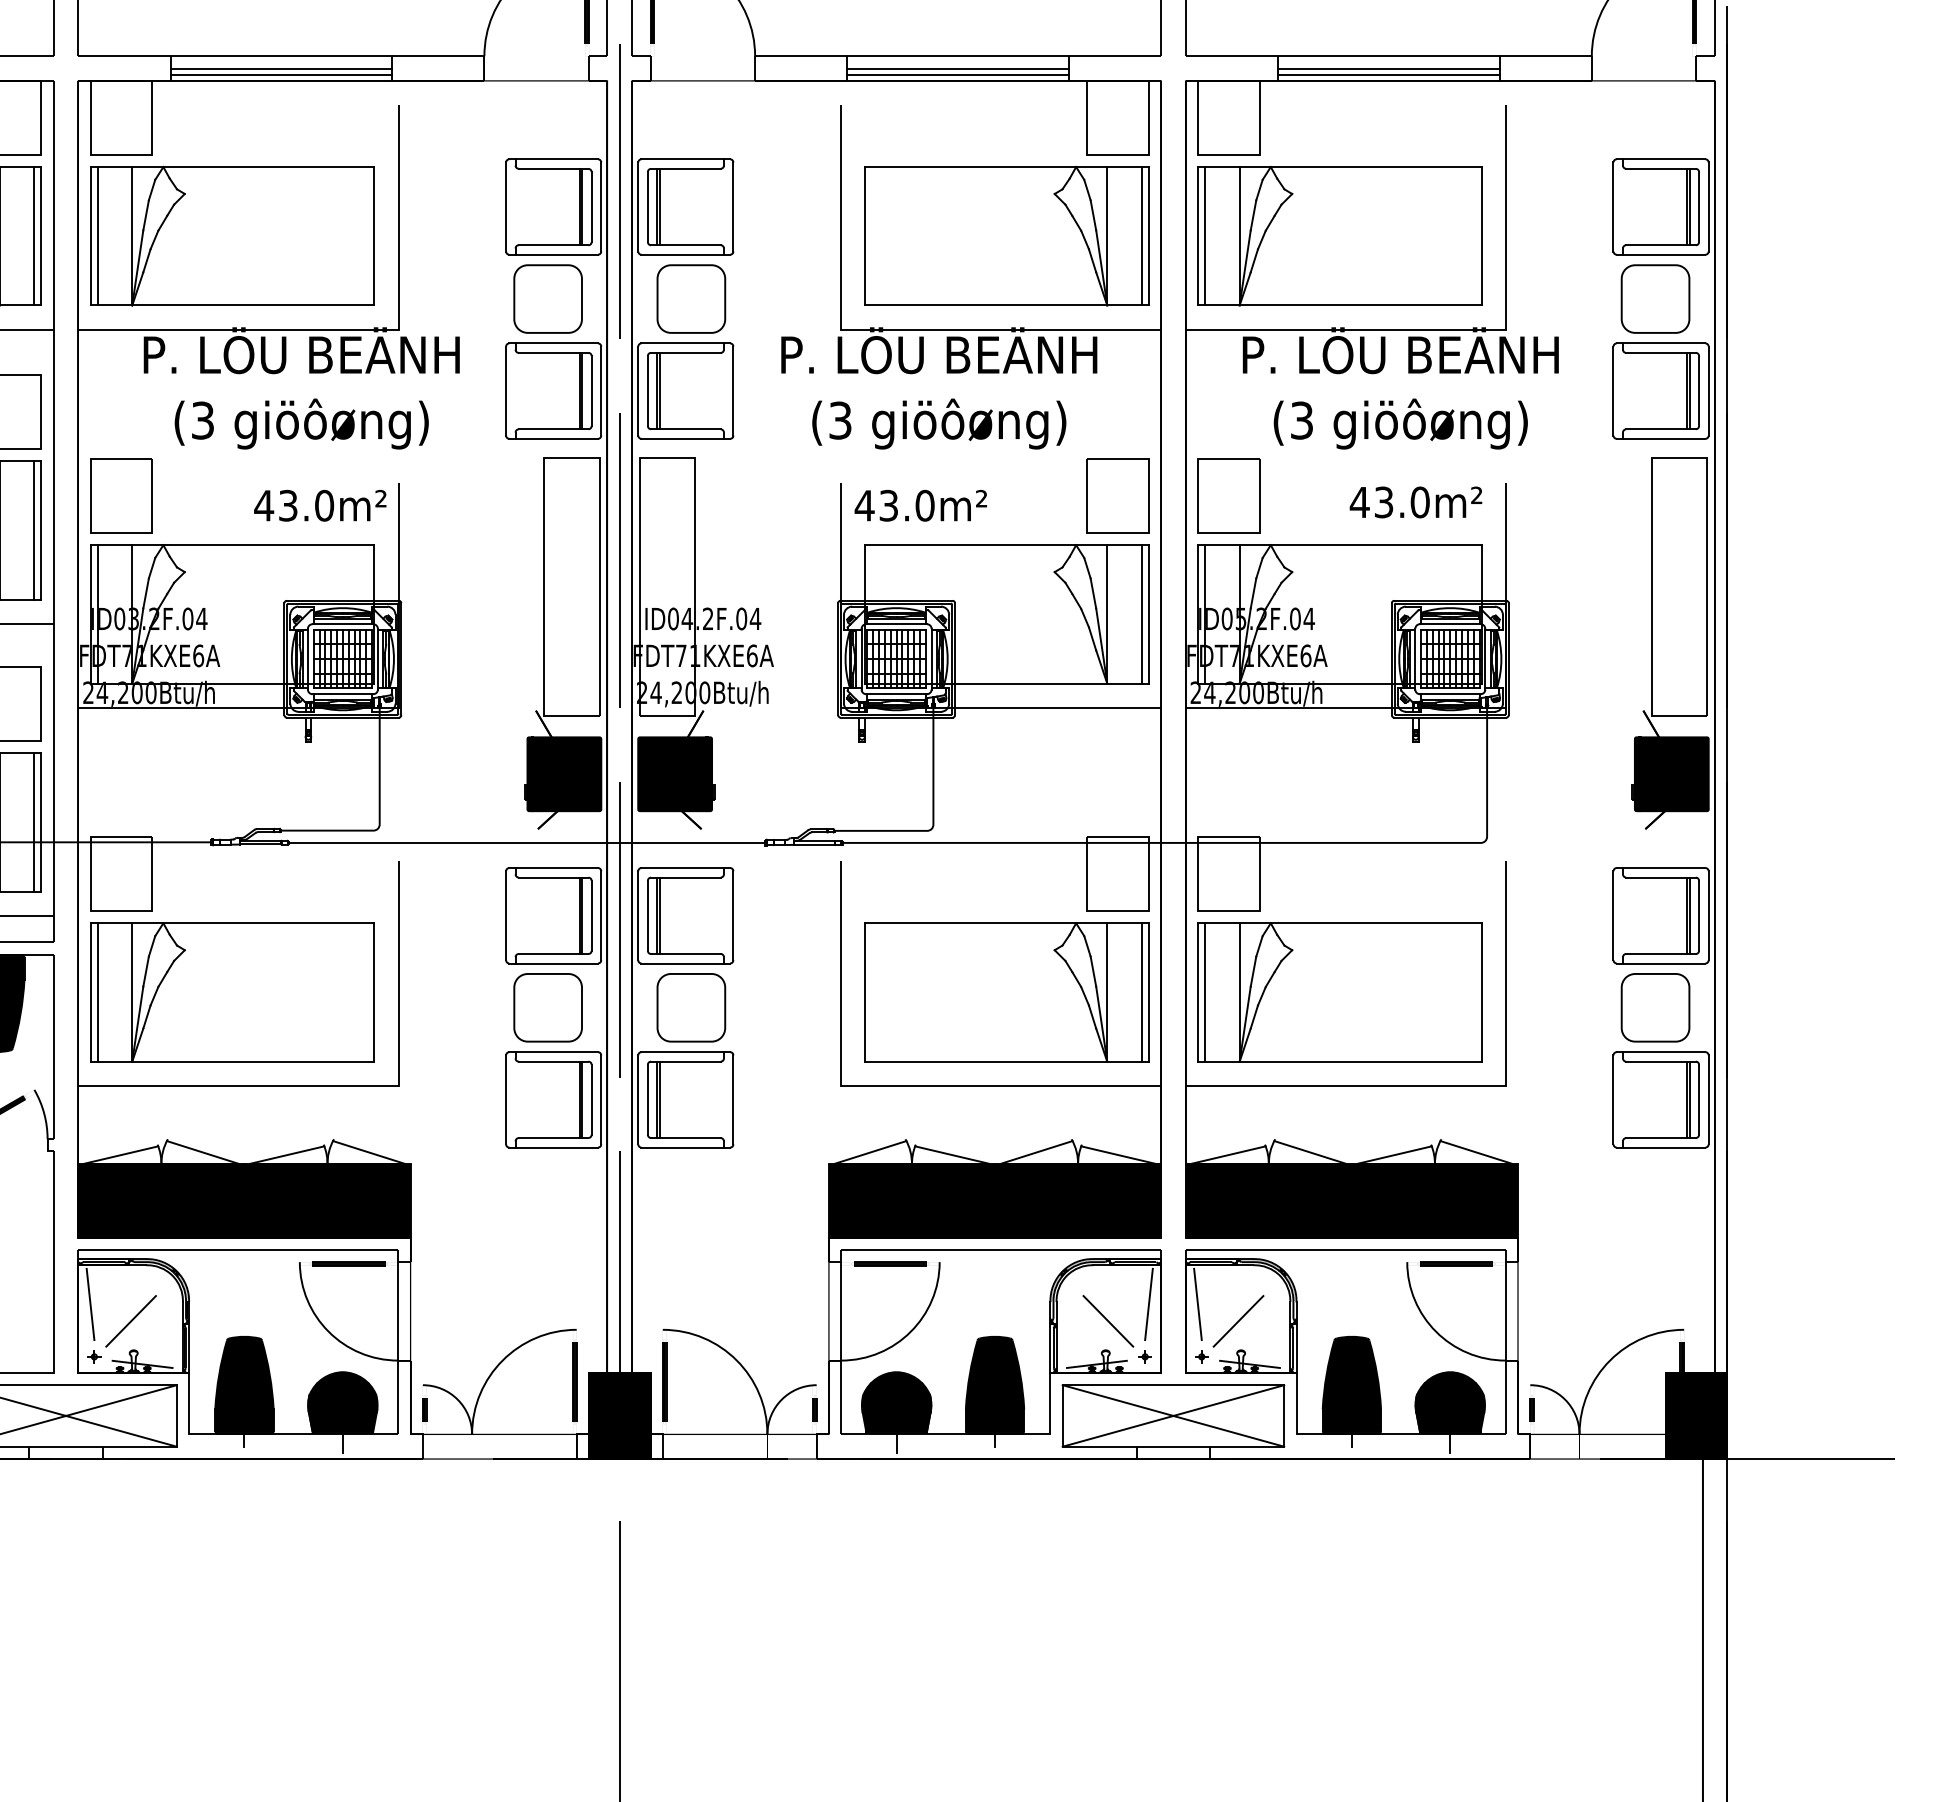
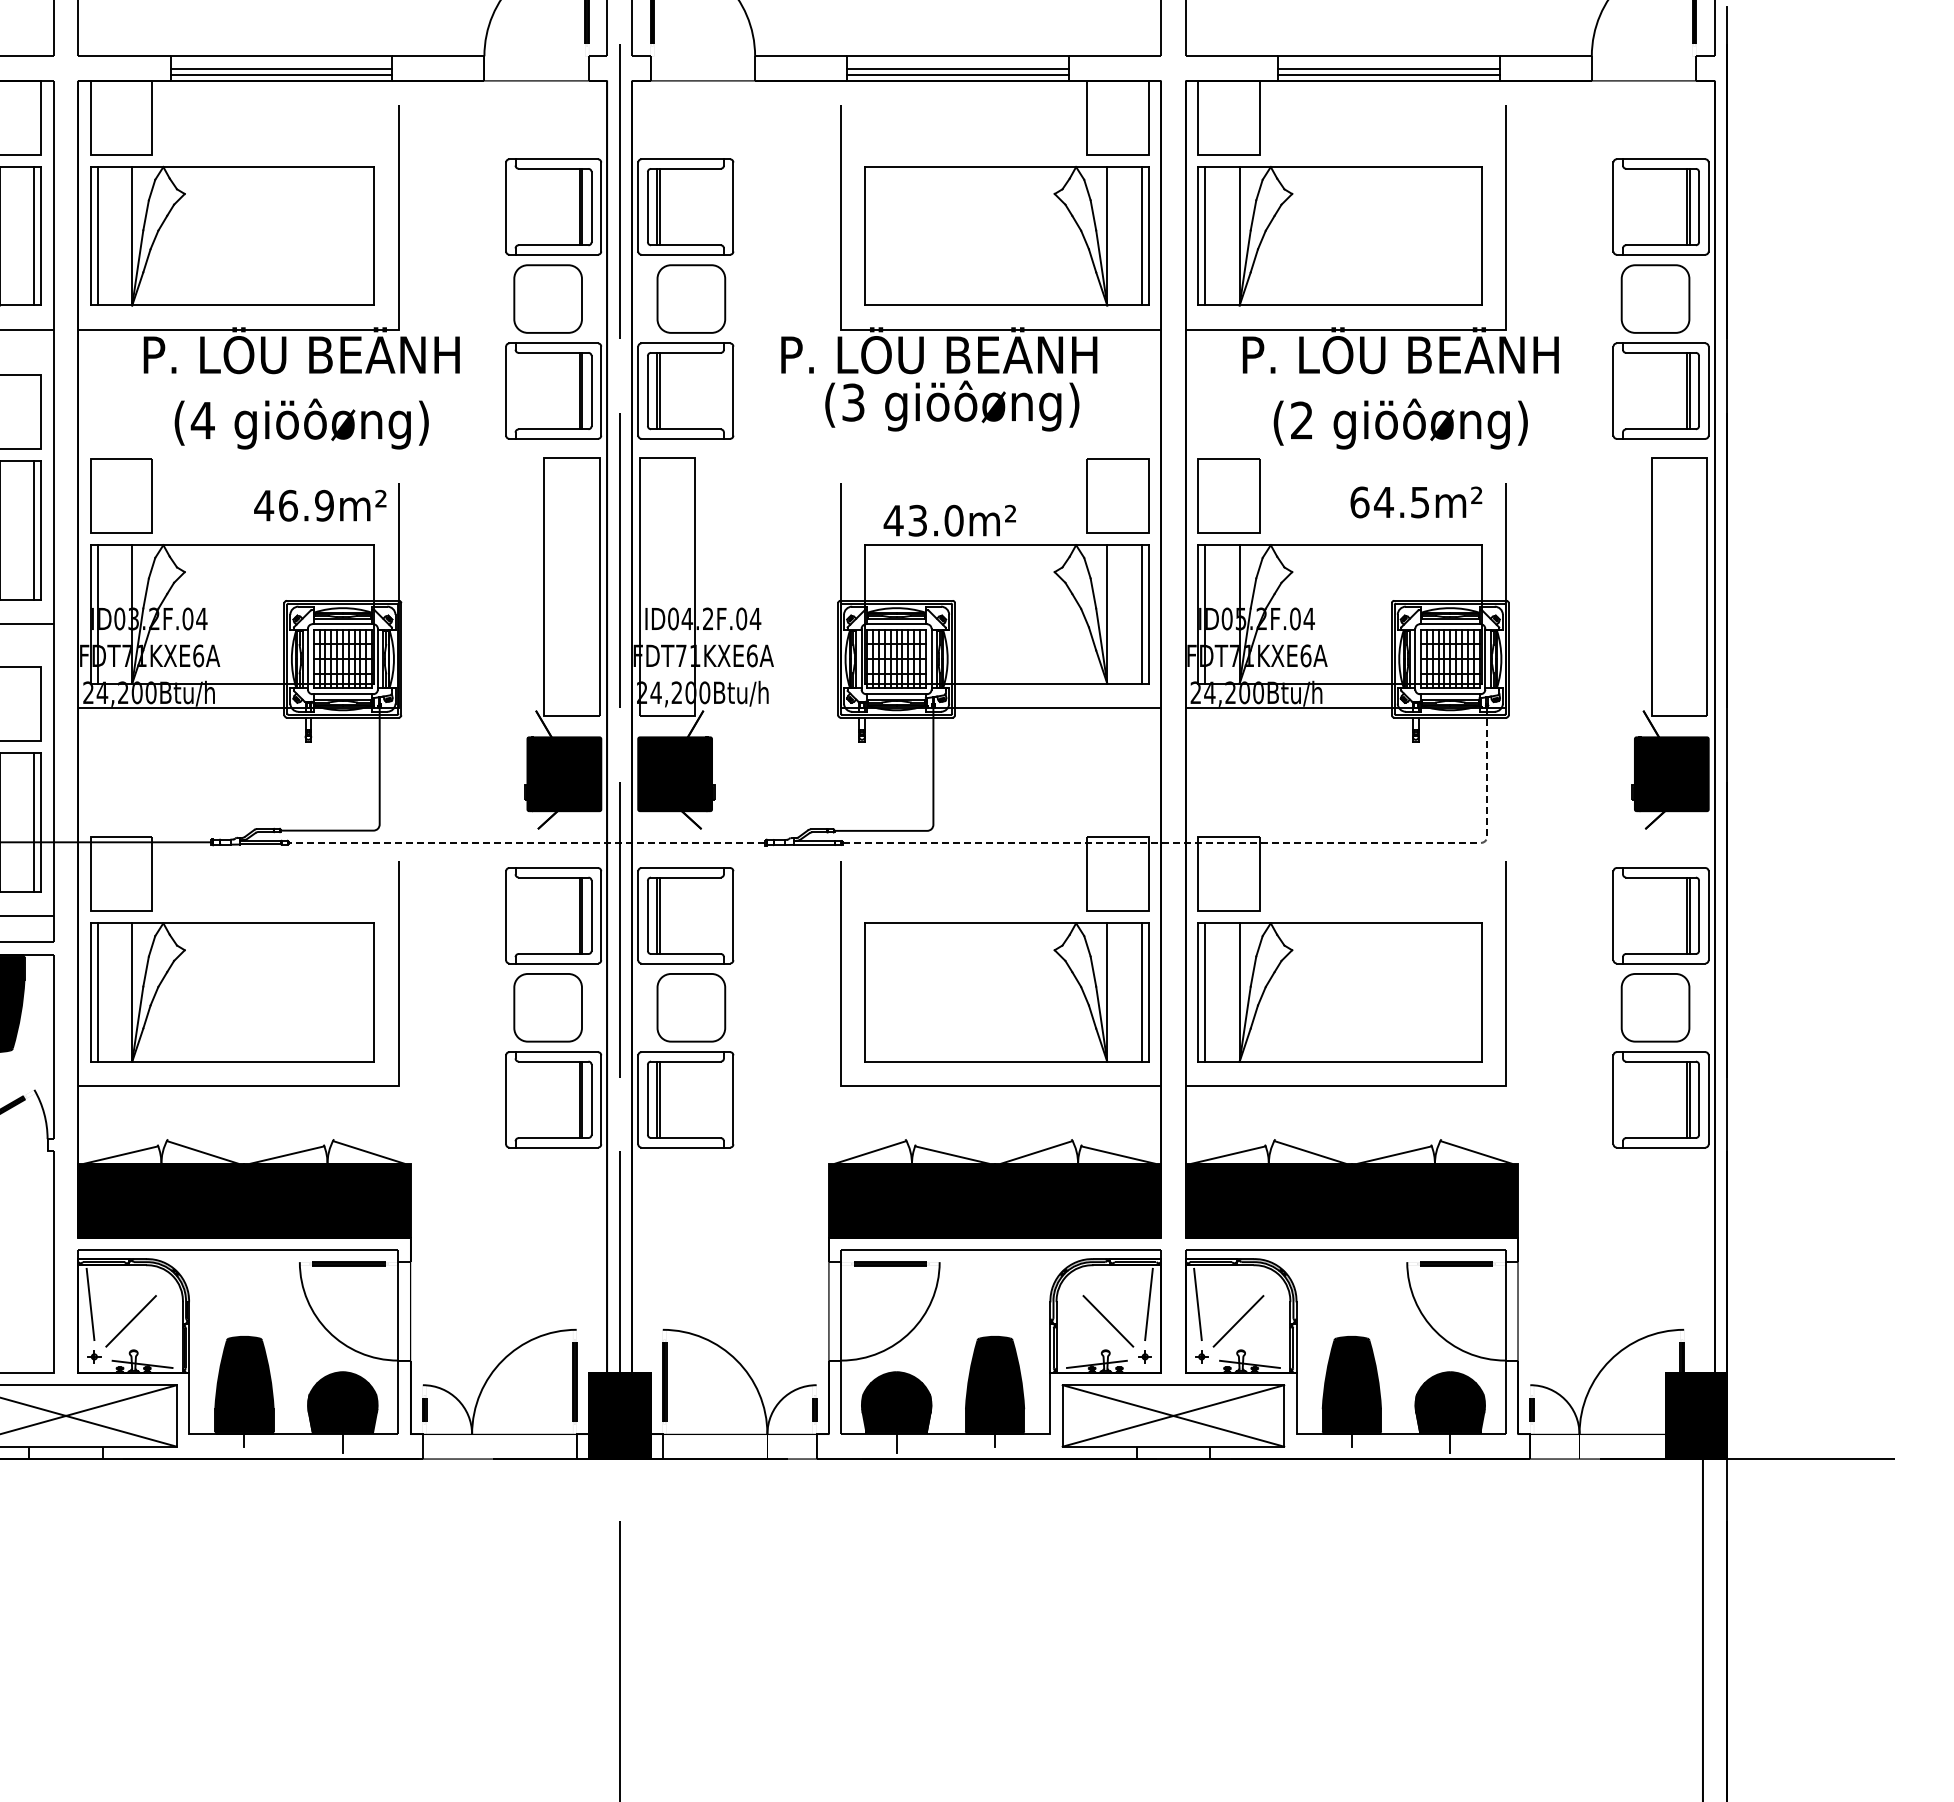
text at (202, 420): (3 -> (4
text at (1301, 420): (3 -> (2
text at (939, 423) position: (939, 423) -> (952, 405)
text at (1389, 502): 43.0m² -> 64.5m²
text at (306, 505): 43.0m² -> 46.9m²
text at (920, 505) position: (920, 505) -> (949, 520)
line at (526, 842): solid -> dashed
line at (1239, 842): solid -> dashed
